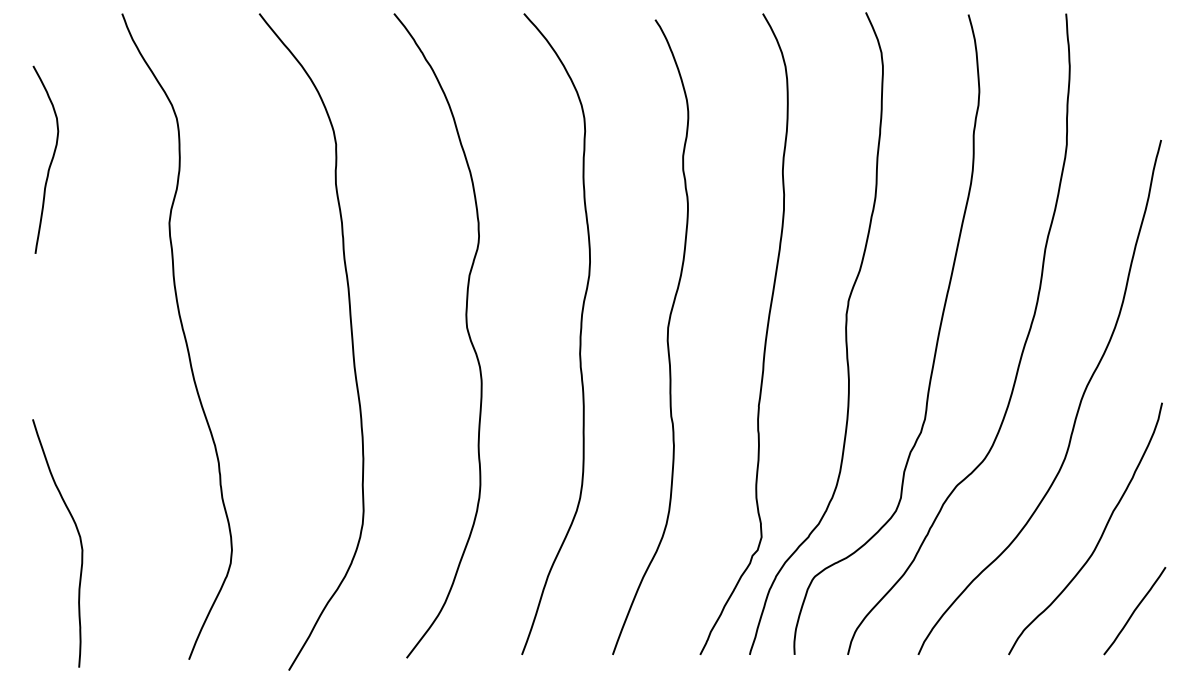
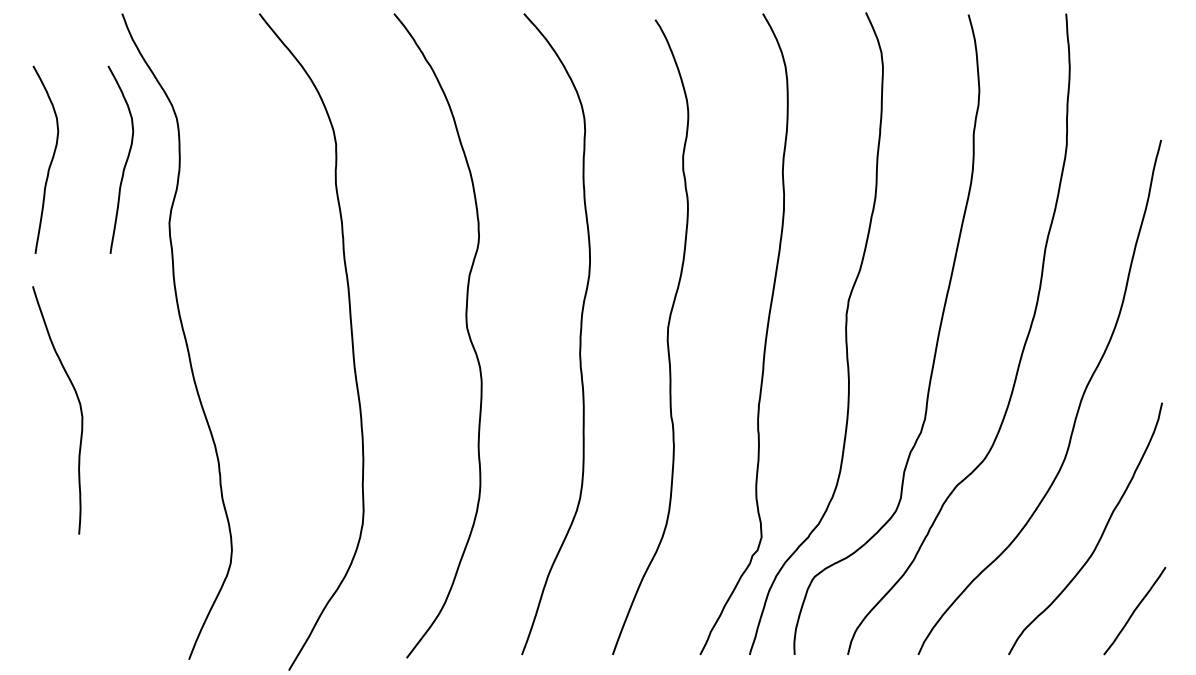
curve at (125, 161): none -> present
curve at (79, 540) position: (79, 540) -> (79, 407)
